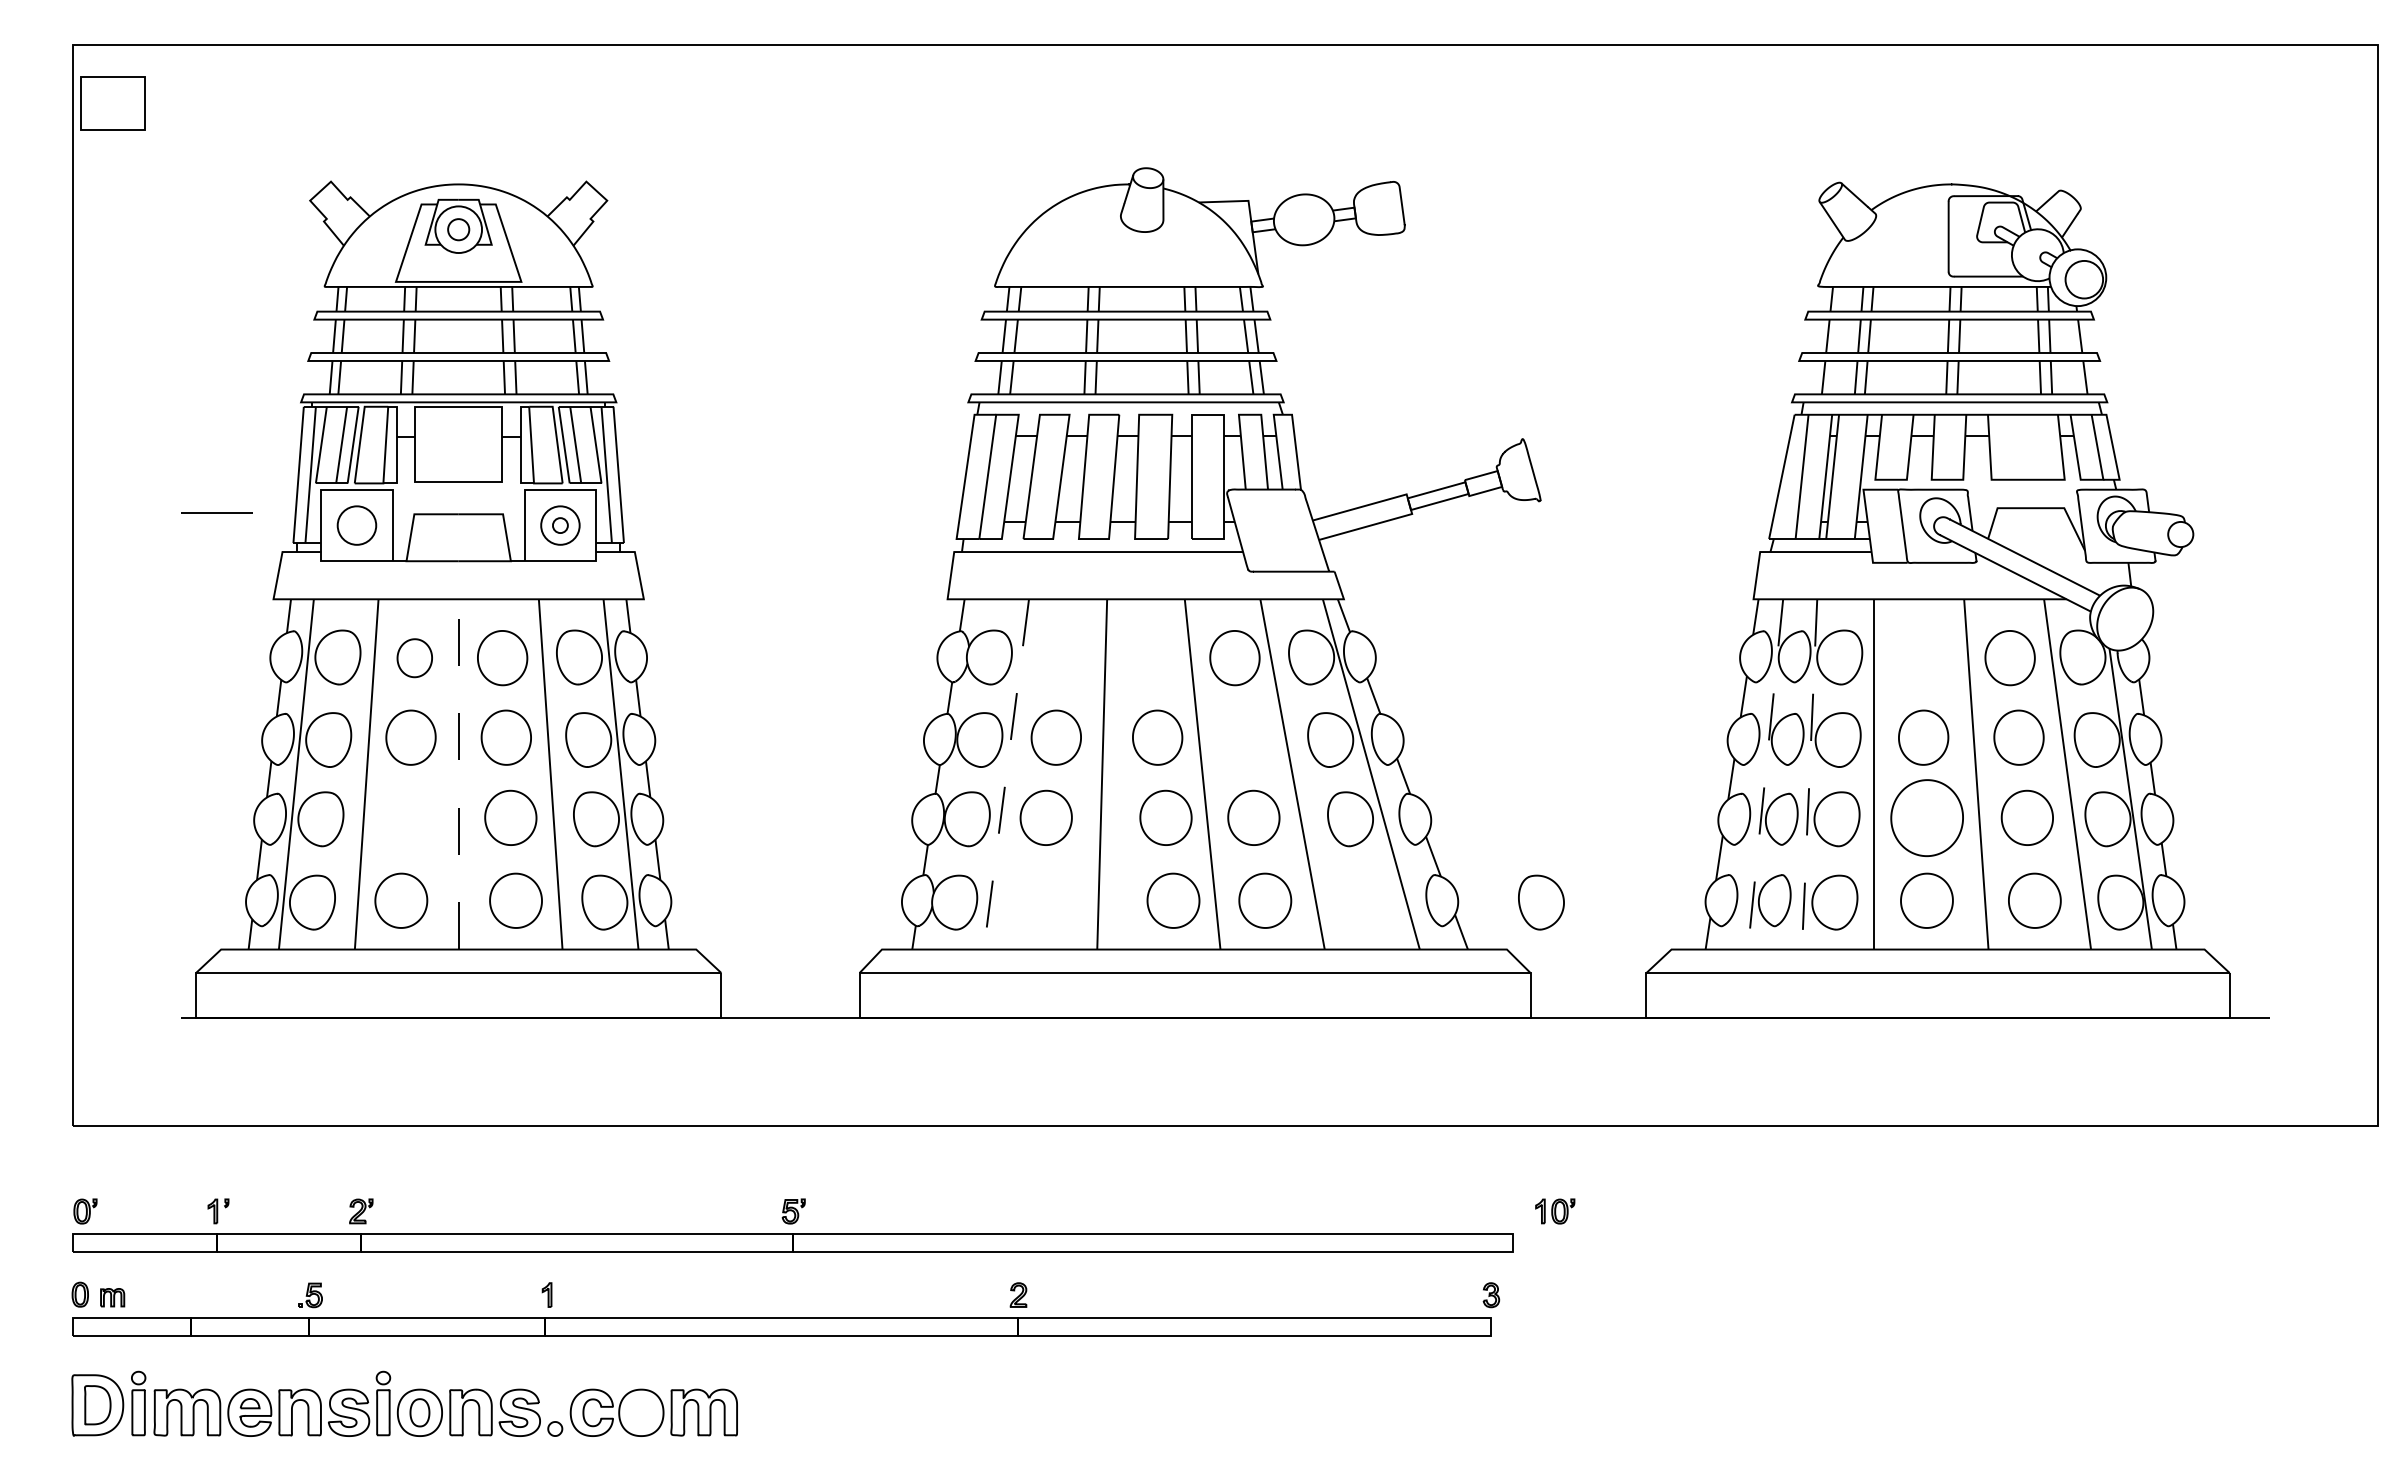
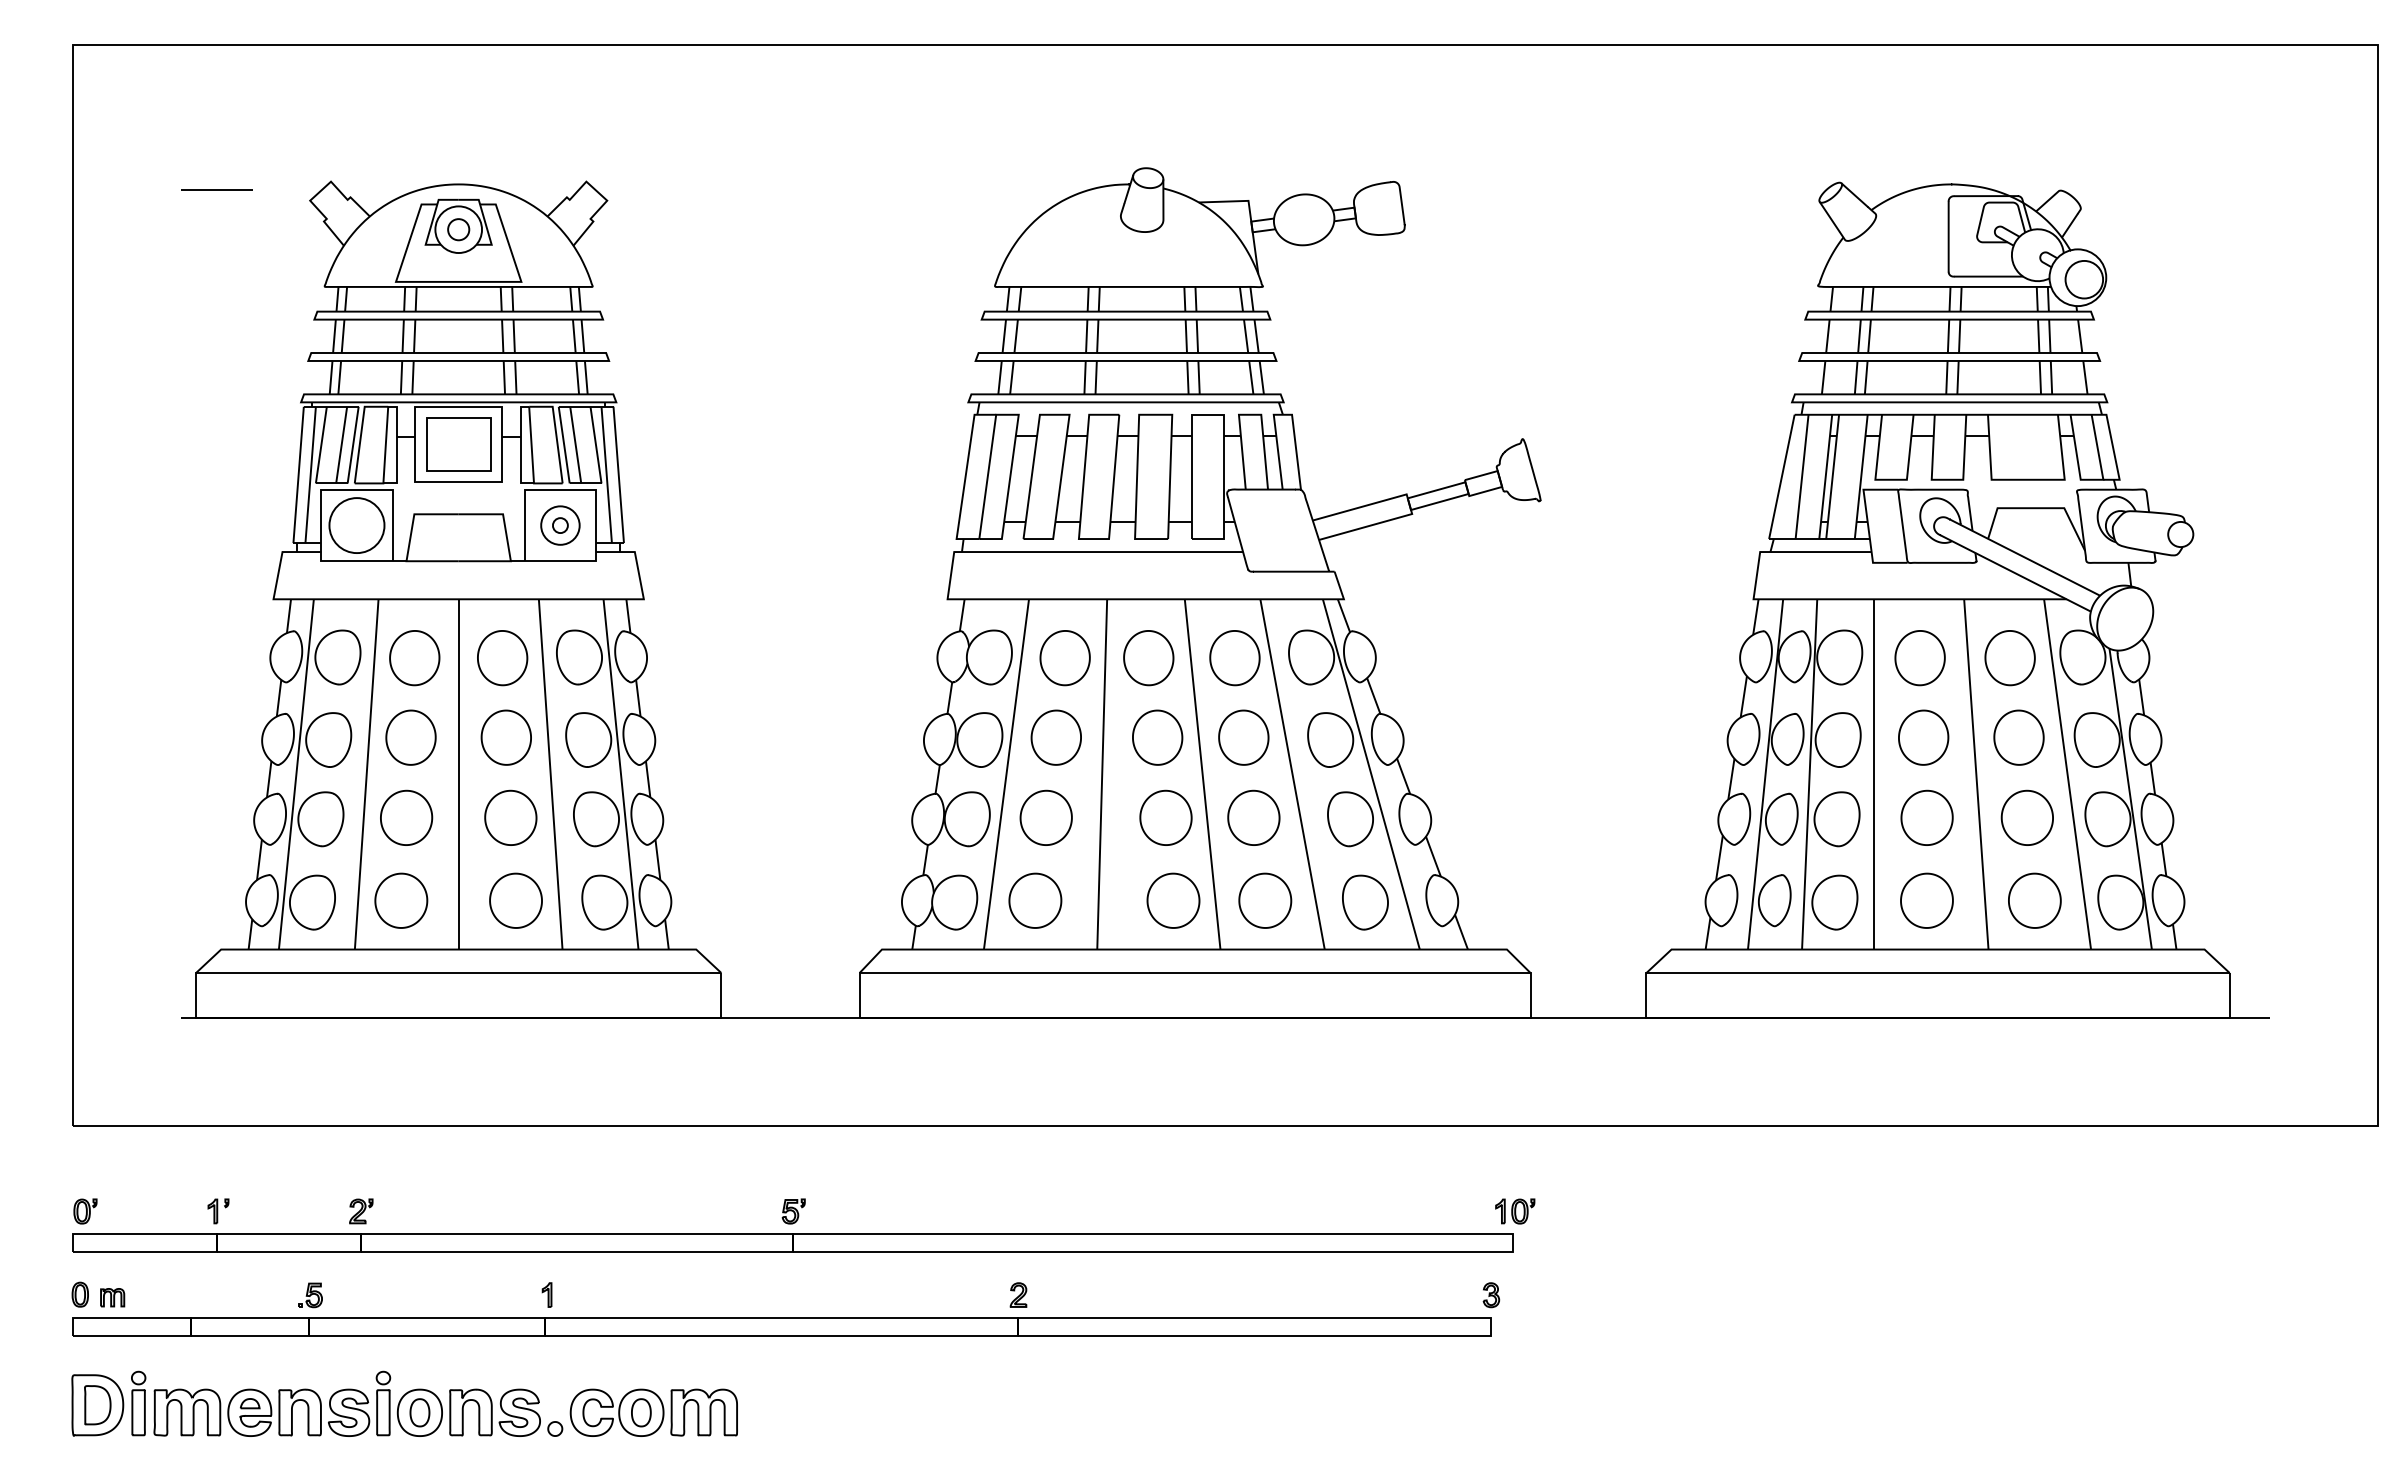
part at (112, 103) position: (112, 103) -> (458, 444)
line at (216, 512) position: (216, 512) -> (216, 189)
circle at (356, 525) diameter: 39 px -> 55 px
part at (414, 658) size: 37x41 px -> 52x57 px
part at (1064, 658): none -> present
part at (1148, 658): none -> present
part at (1919, 658): none -> present
part at (1243, 737): none -> present
line at (458, 773): dashed -> solid
line at (1006, 774): dashed -> solid
line at (1765, 774): dashed -> solid
line at (1809, 774): dashed -> solid
part at (406, 817): none -> present
part at (1926, 817) size: 74x78 px -> 54x57 px
part at (1035, 900): none -> present
part at (1541, 902) position: (1541, 902) -> (1365, 902)
part at (1555, 1211) position: (1555, 1211) -> (1515, 1211)
part at (641, 1412): none -> present
